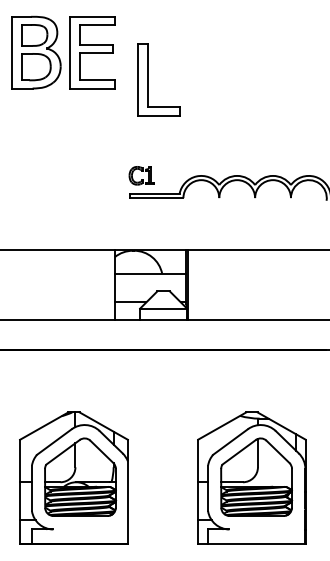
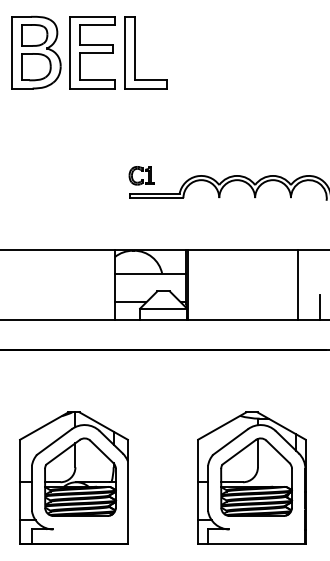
part at (148, 79) position: (148, 79) -> (135, 52)
line at (298, 284): none -> present
line at (319, 307): none -> present
